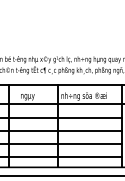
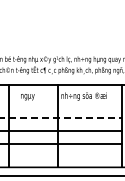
line at (61, 104): present -> none
line at (61, 117): solid -> dashed
line at (61, 157): present -> none
